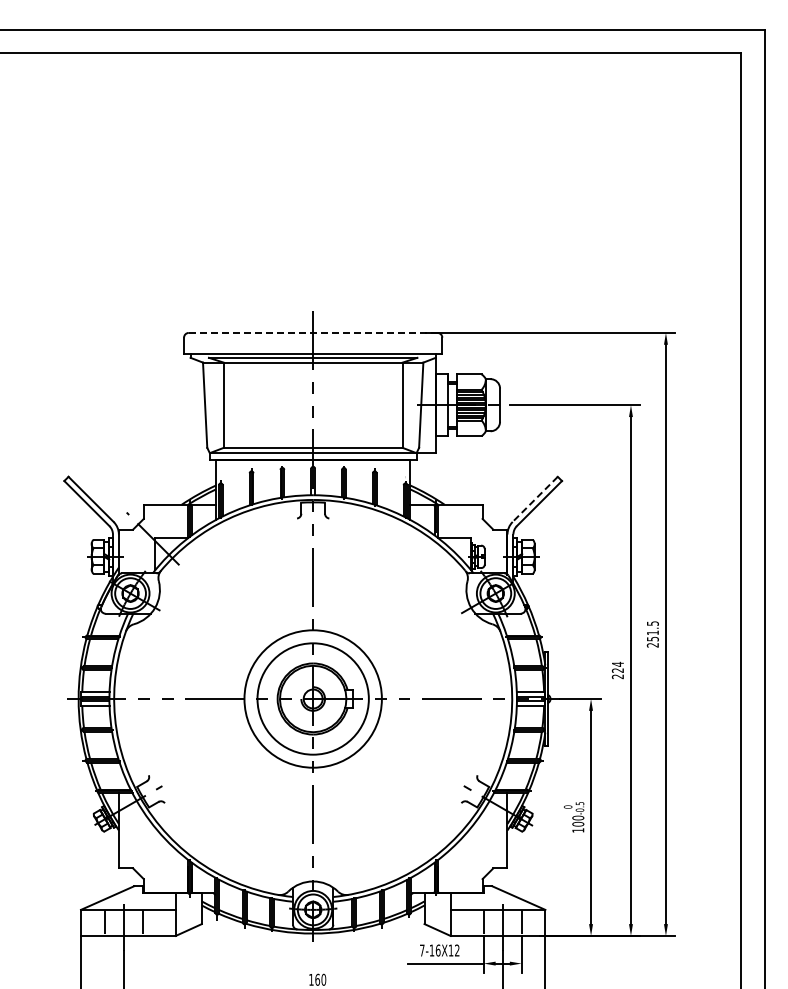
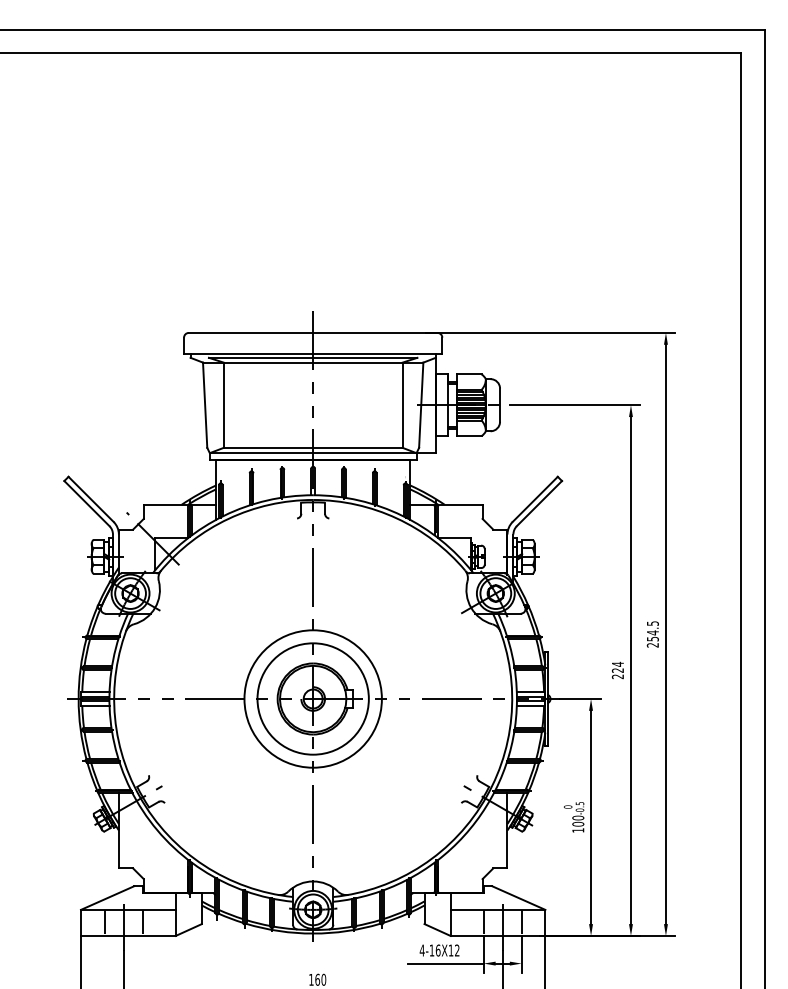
line at (312, 332): dashed -> solid
line at (535, 499): dashed -> solid
text at (652, 632): 251.5 -> 254.5
text at (421, 950): 7-16X12 -> 4-16X12
